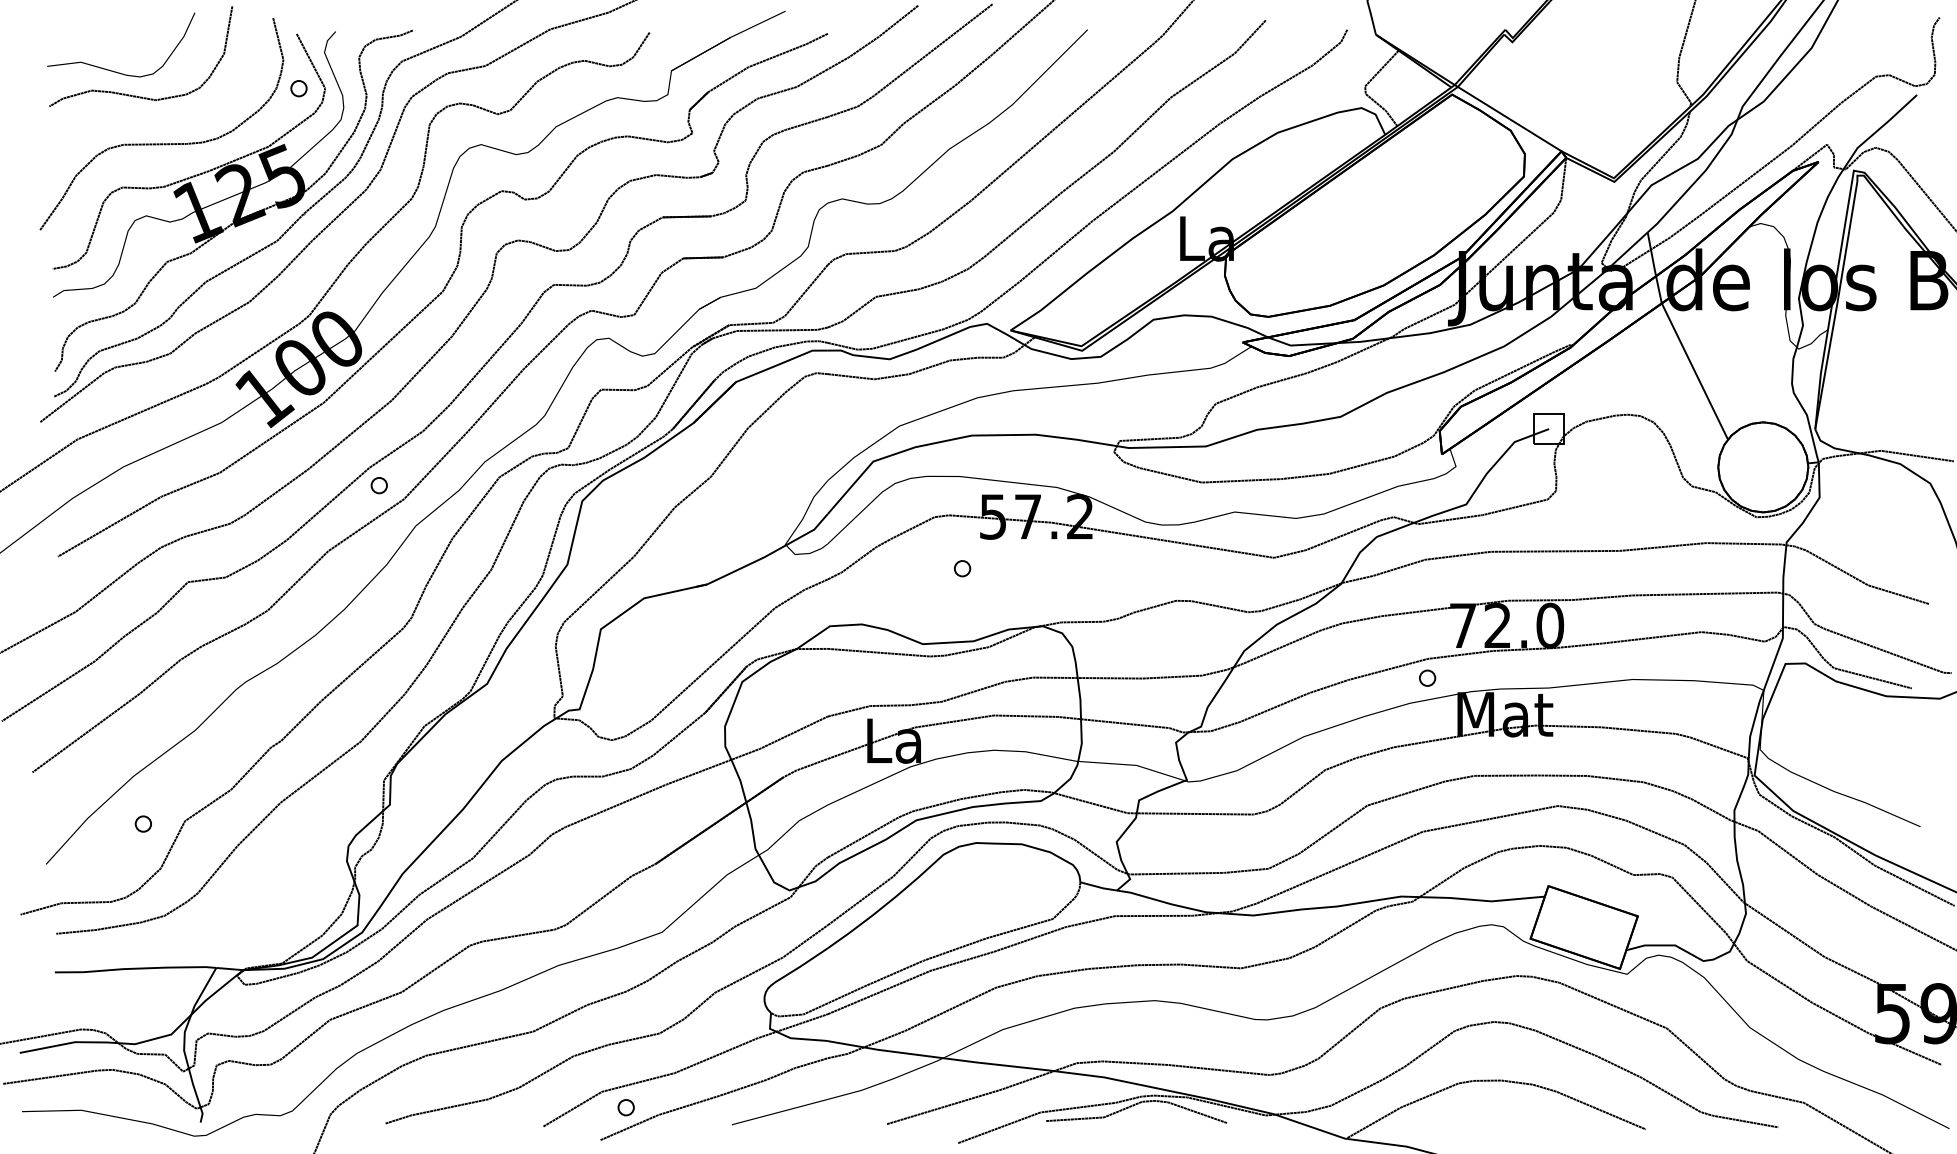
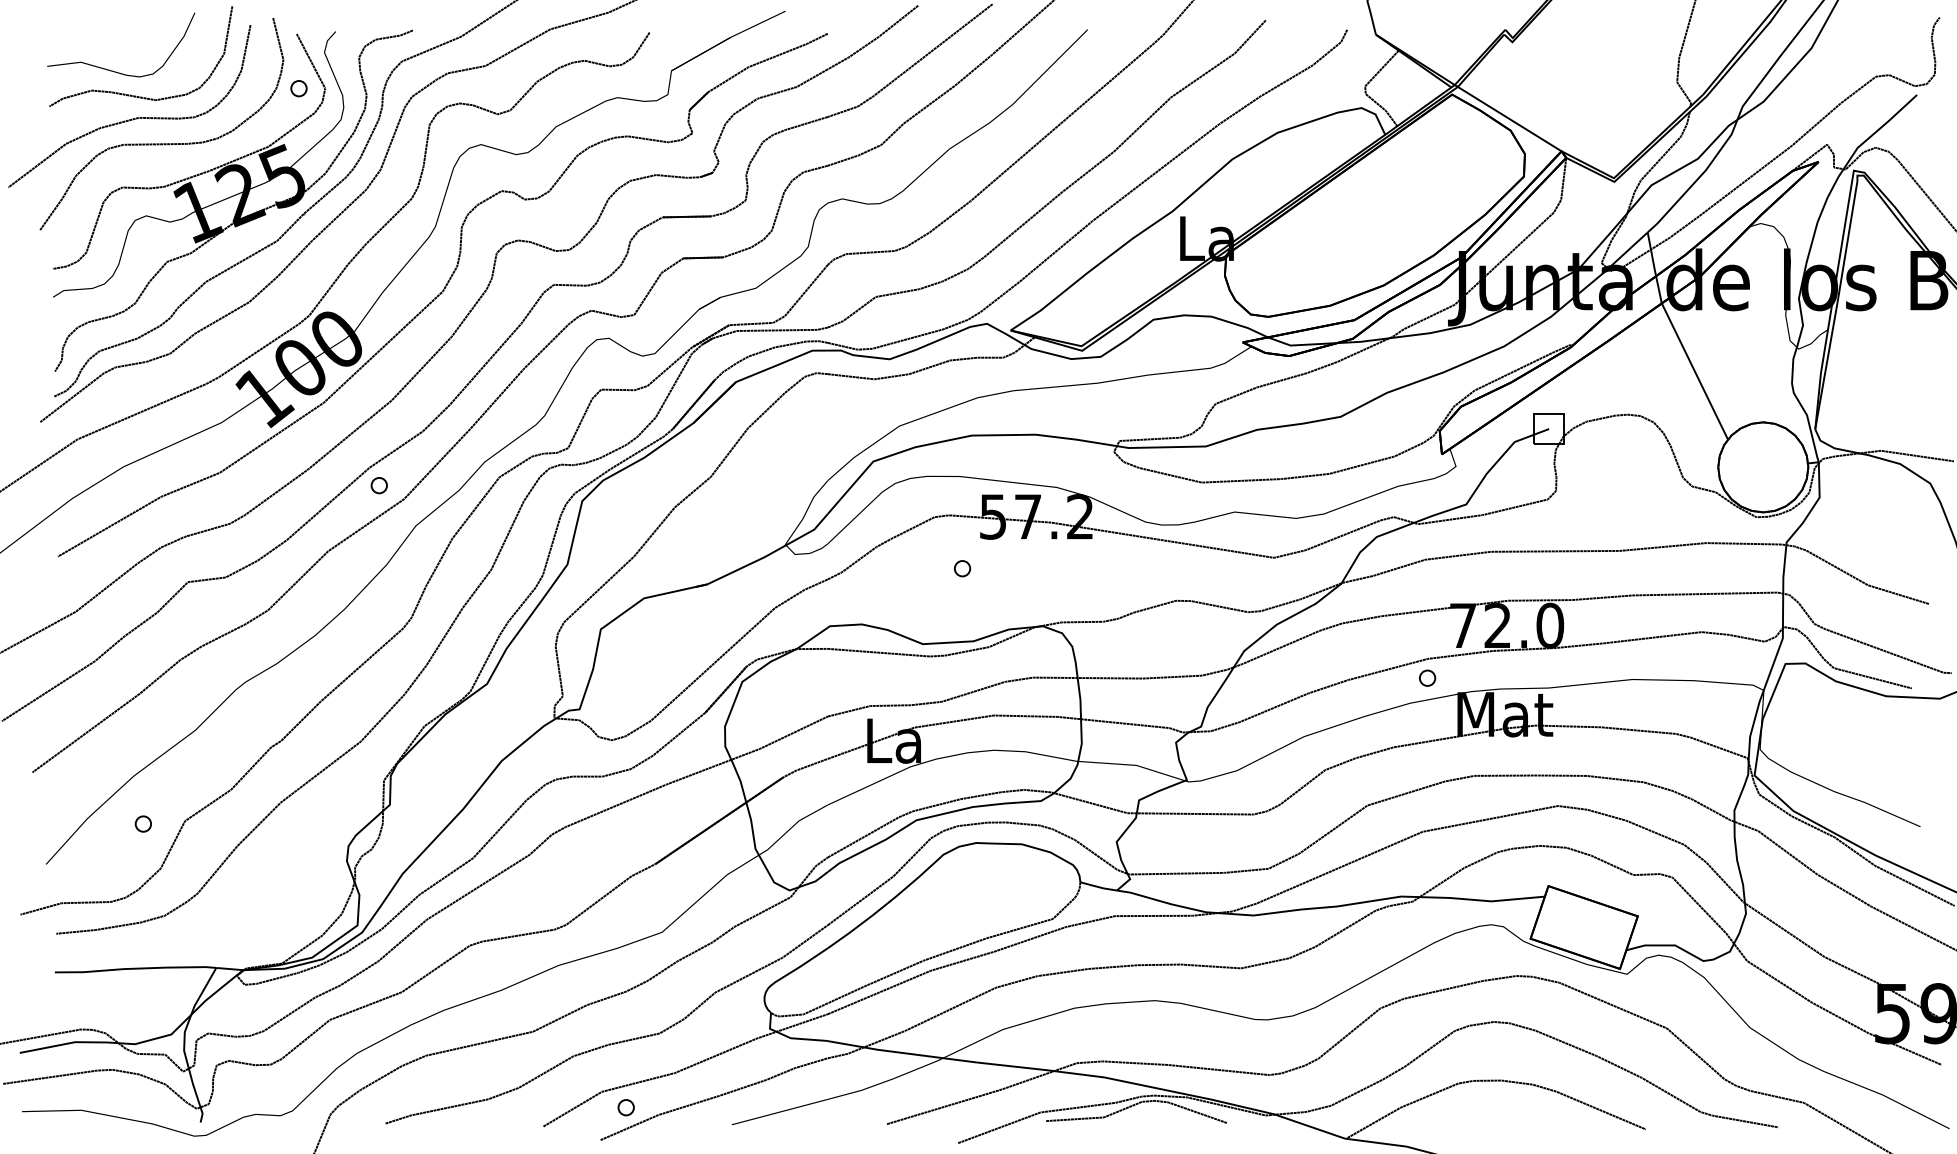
curve at (131, 118): none -> present
